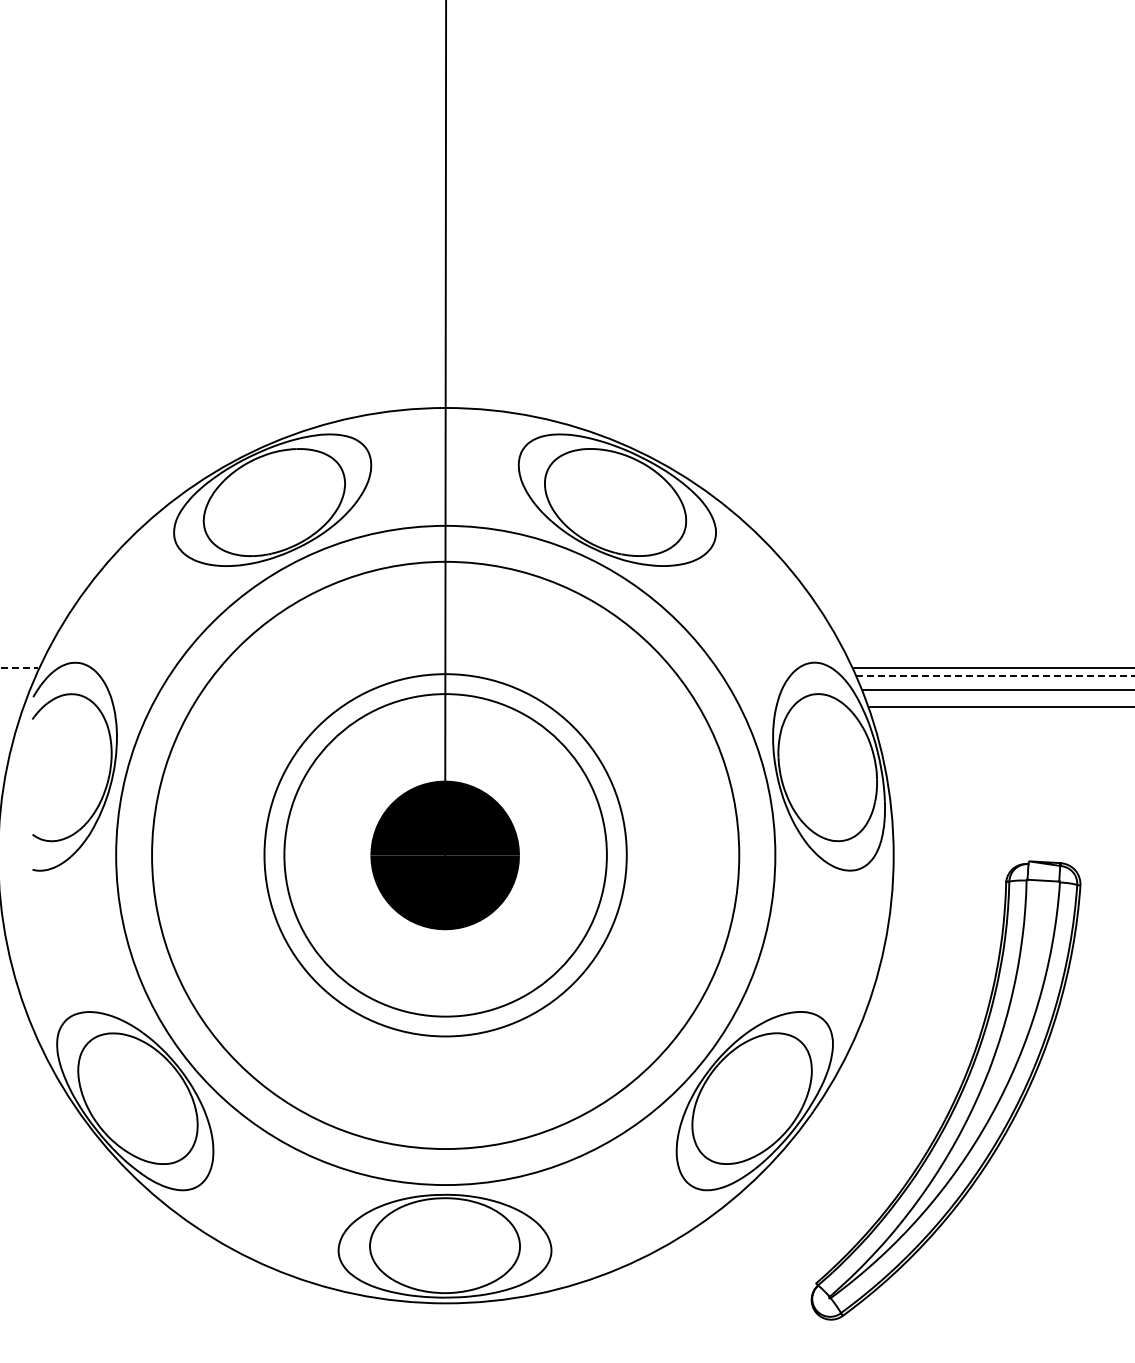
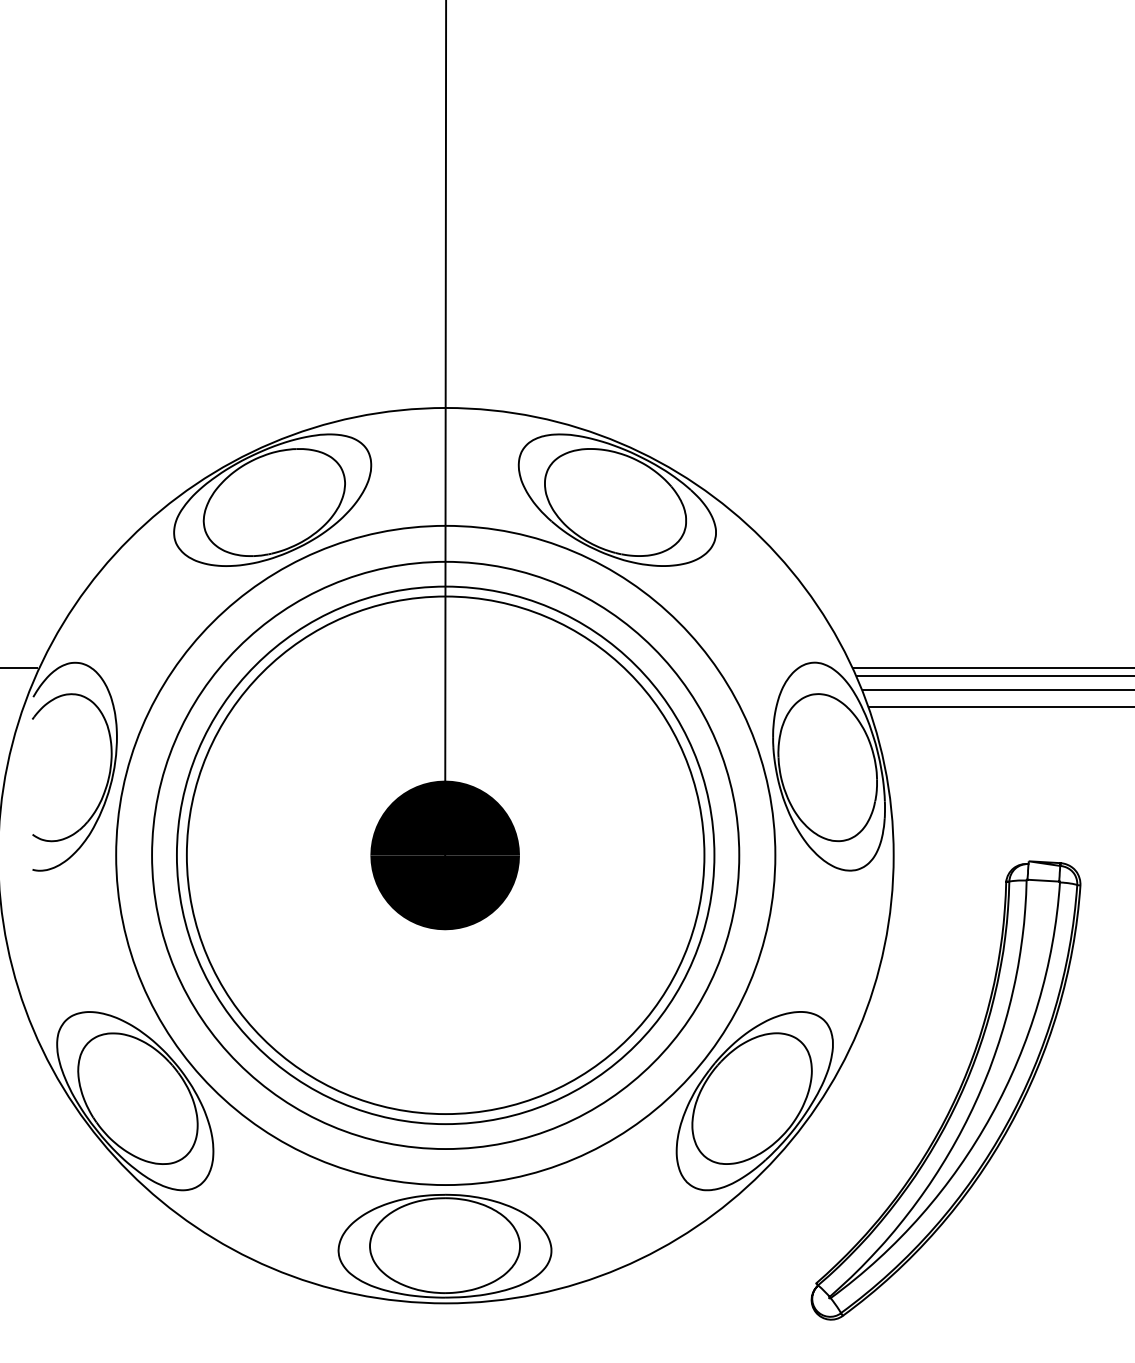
line at (19, 667): dashed -> solid
line at (996, 676): dashed -> solid
circle at (445, 855) diameter: 323 px -> 538 px
circle at (445, 855) diameter: 362 px -> 518 px
